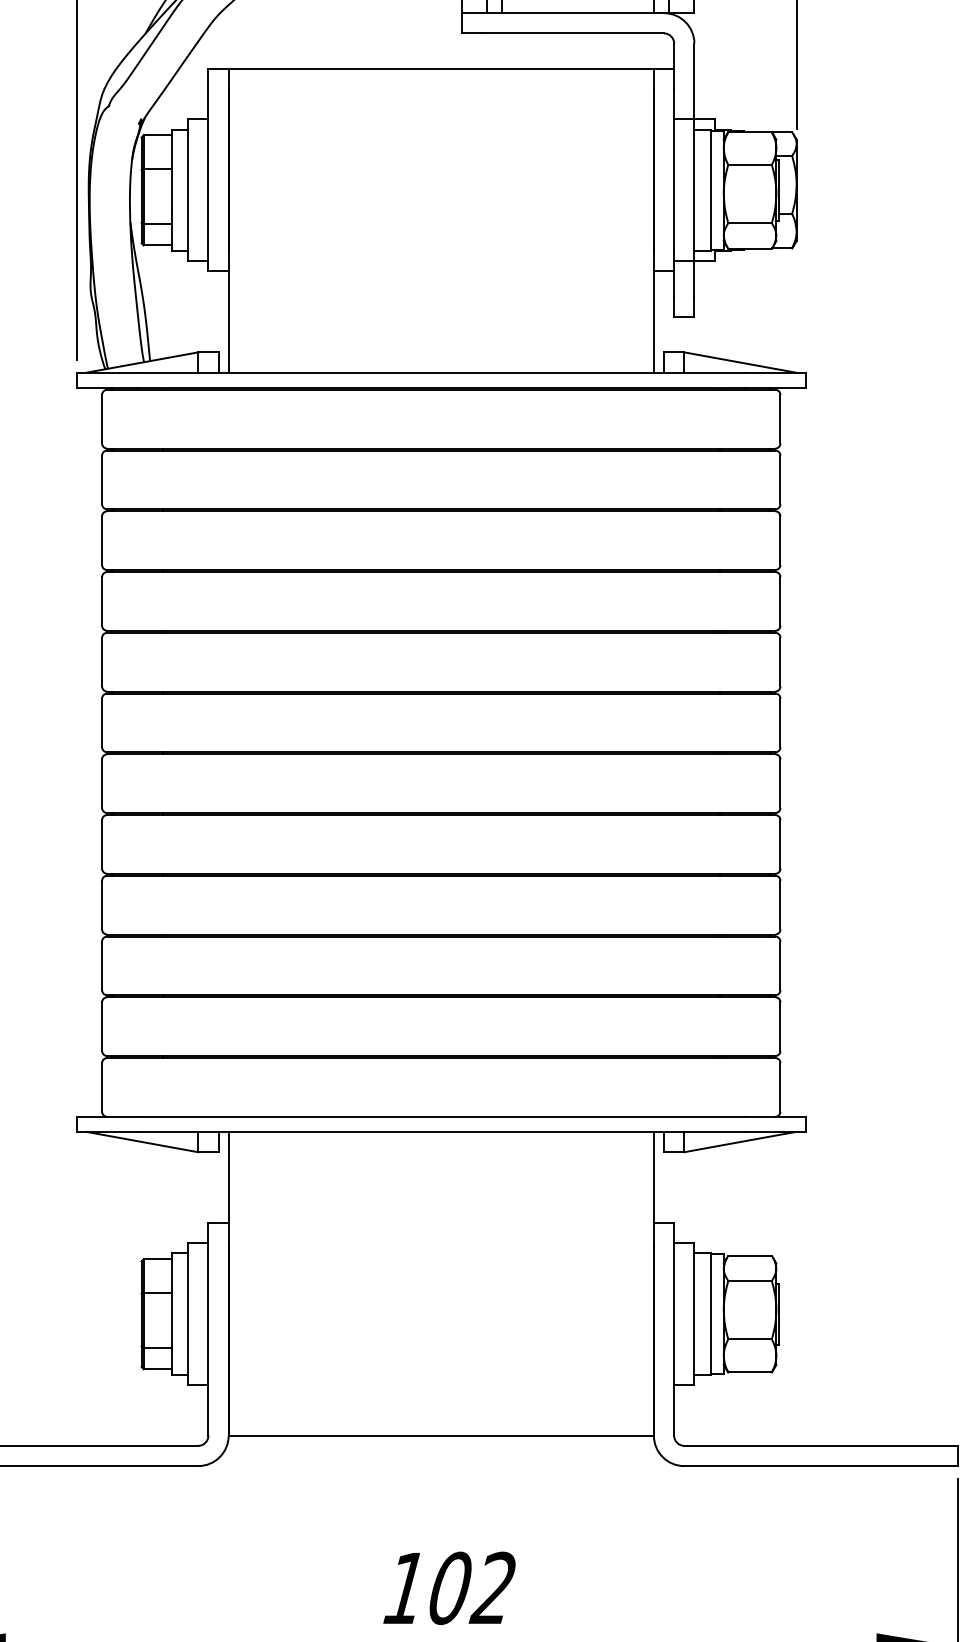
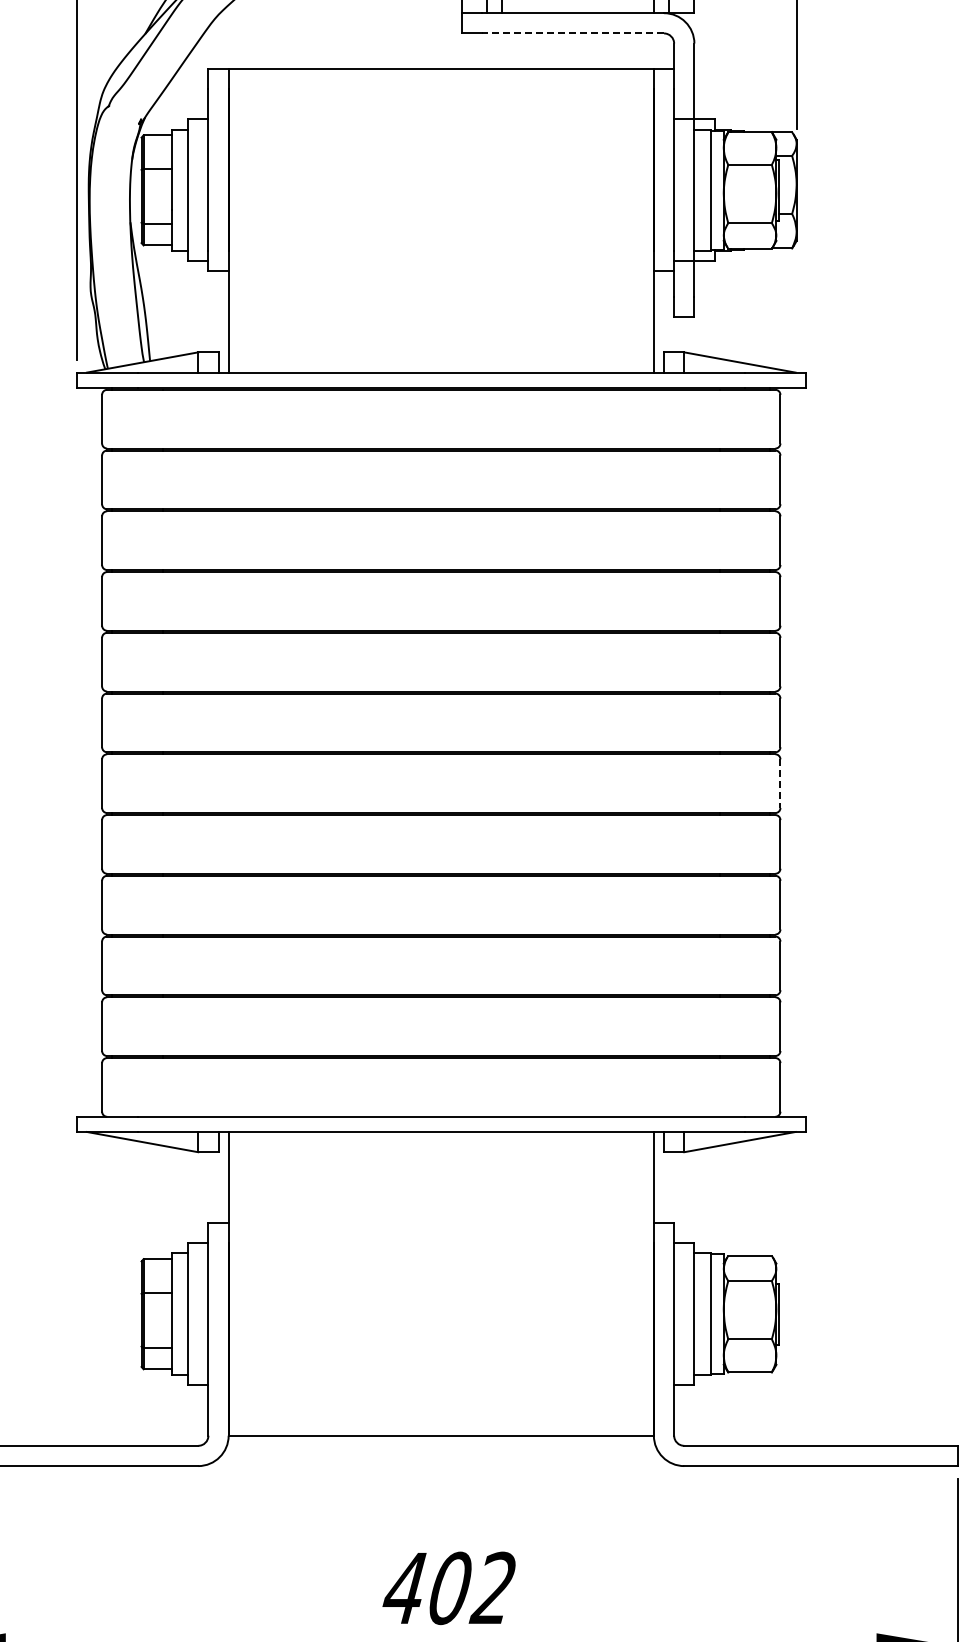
line at (572, 33): solid -> dashed
line at (780, 784): solid -> dashed
text at (404, 1587): 102 -> 402
